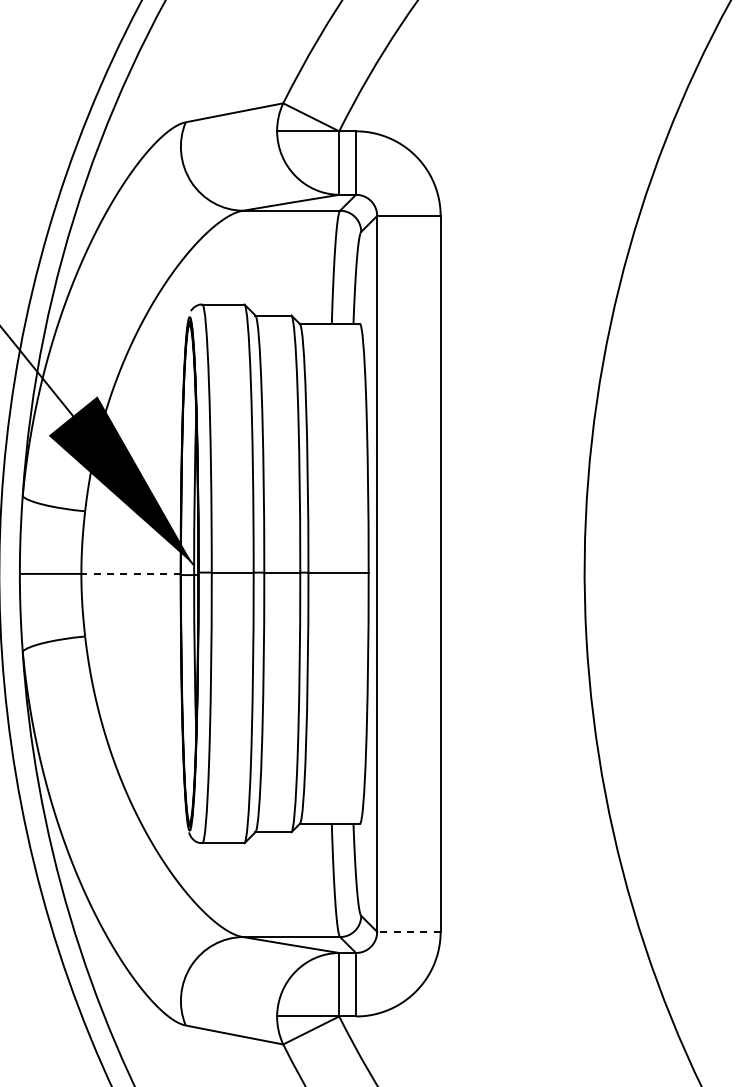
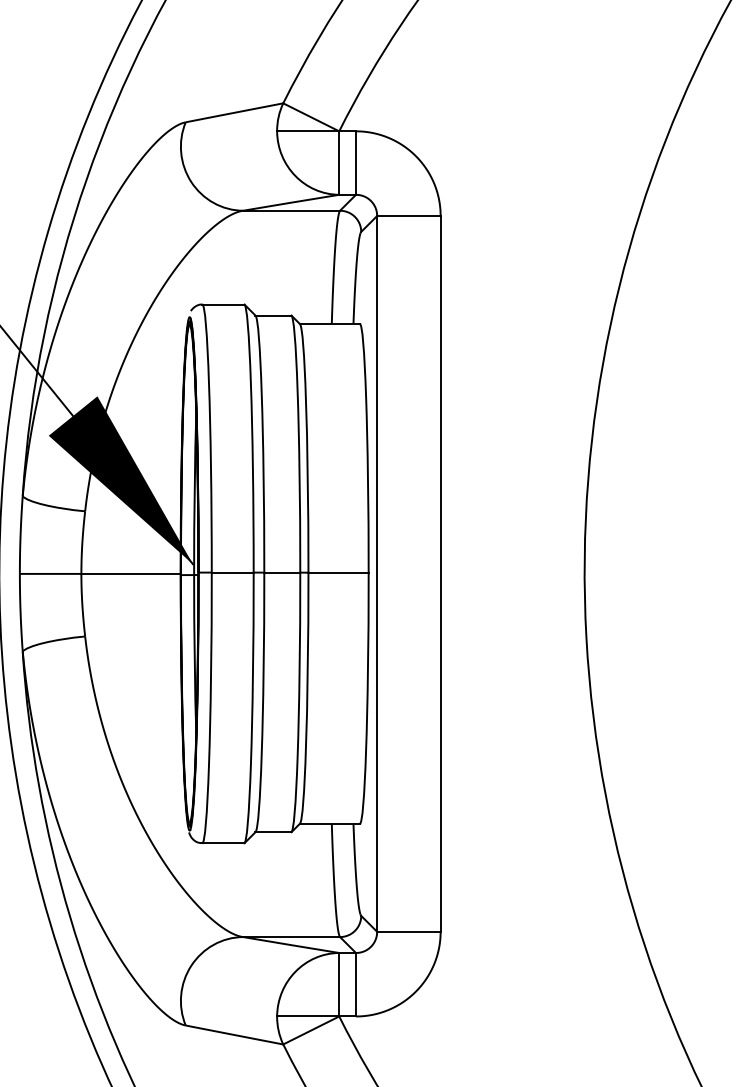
line at (131, 573): dashed -> solid
line at (408, 931): dashed -> solid
